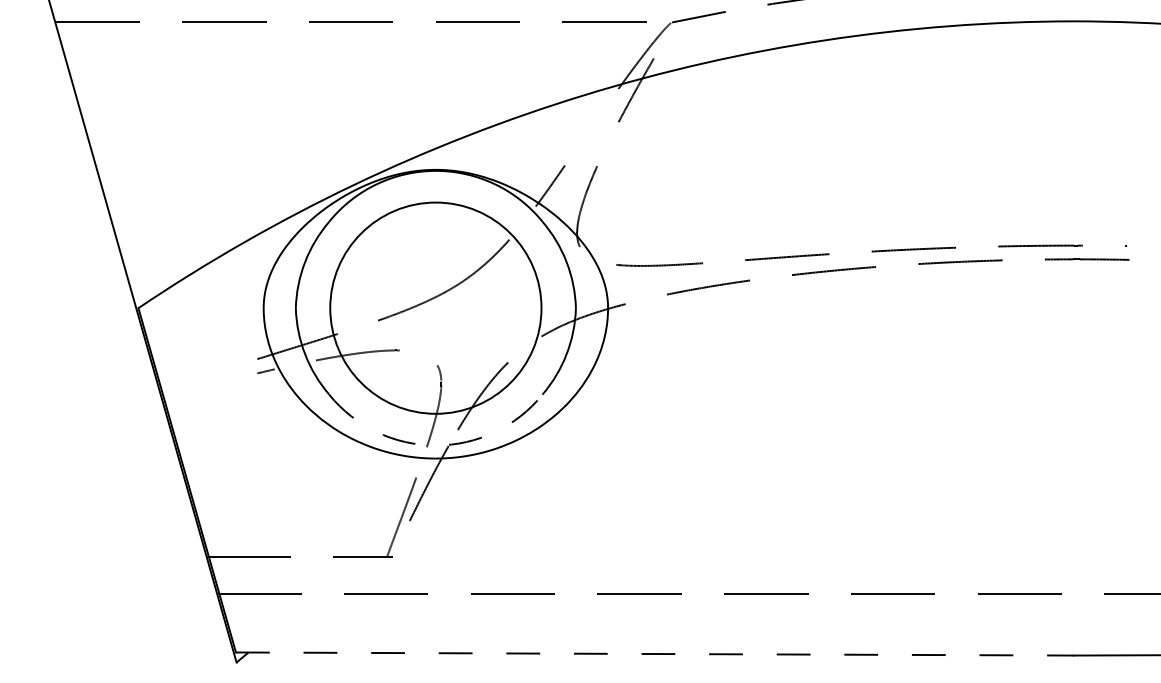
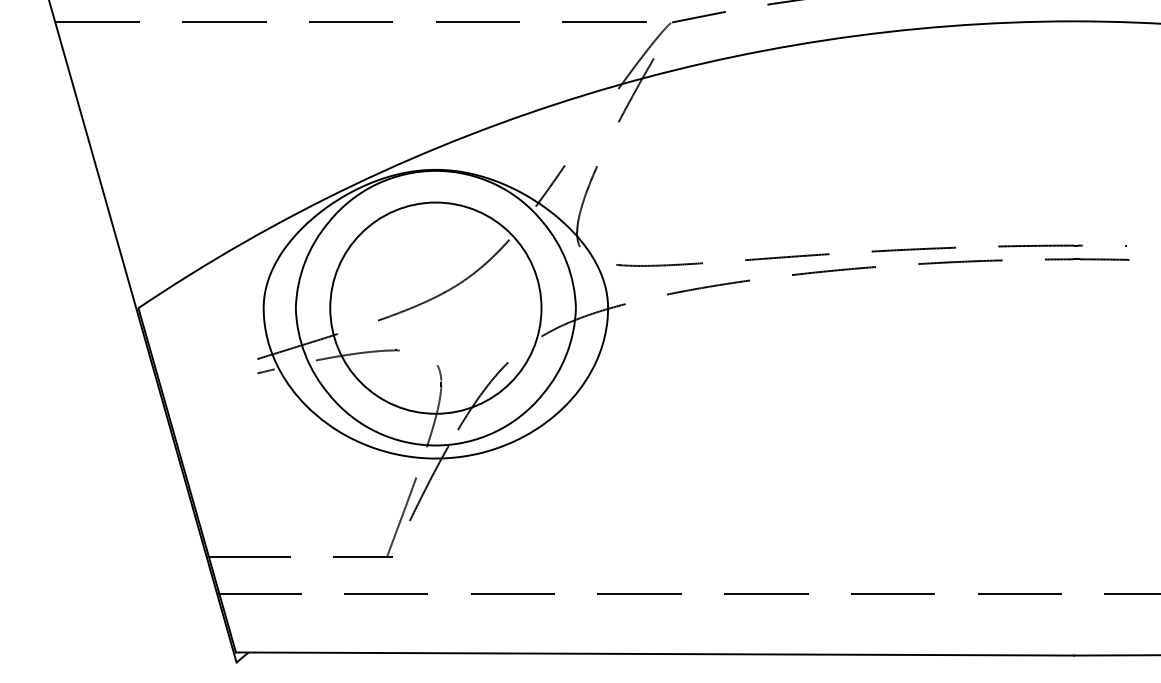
arc at (435, 445): dashed -> solid
line at (655, 654): dashed -> solid
